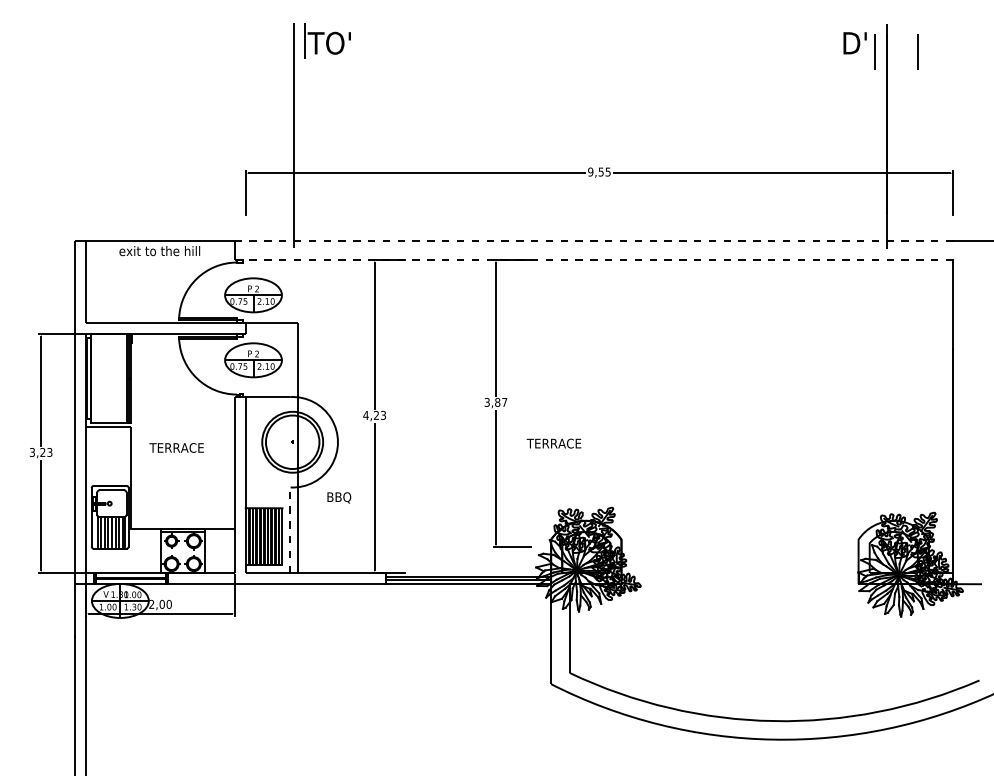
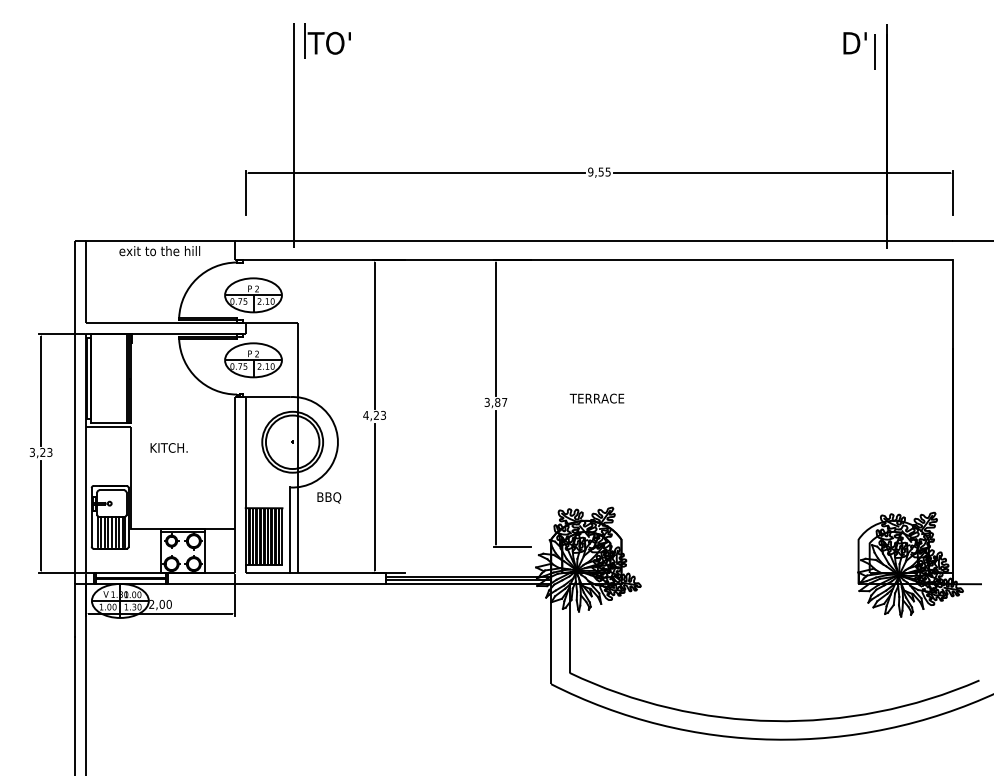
line at (917, 51): present -> none
line at (593, 241): dashed -> solid
line at (593, 260): dashed -> solid
text at (553, 443) position: (553, 443) -> (596, 398)
text at (176, 447): TERRACE -> KITCH.
text at (339, 497) position: (339, 497) -> (329, 497)
line at (290, 530): dashed -> solid
